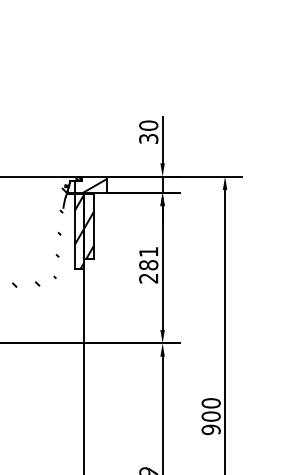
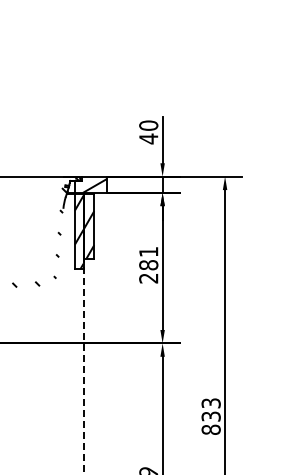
text at (148, 138): 30 -> 40
line at (84, 366): solid -> dashed
text at (210, 416): 900 -> 833
